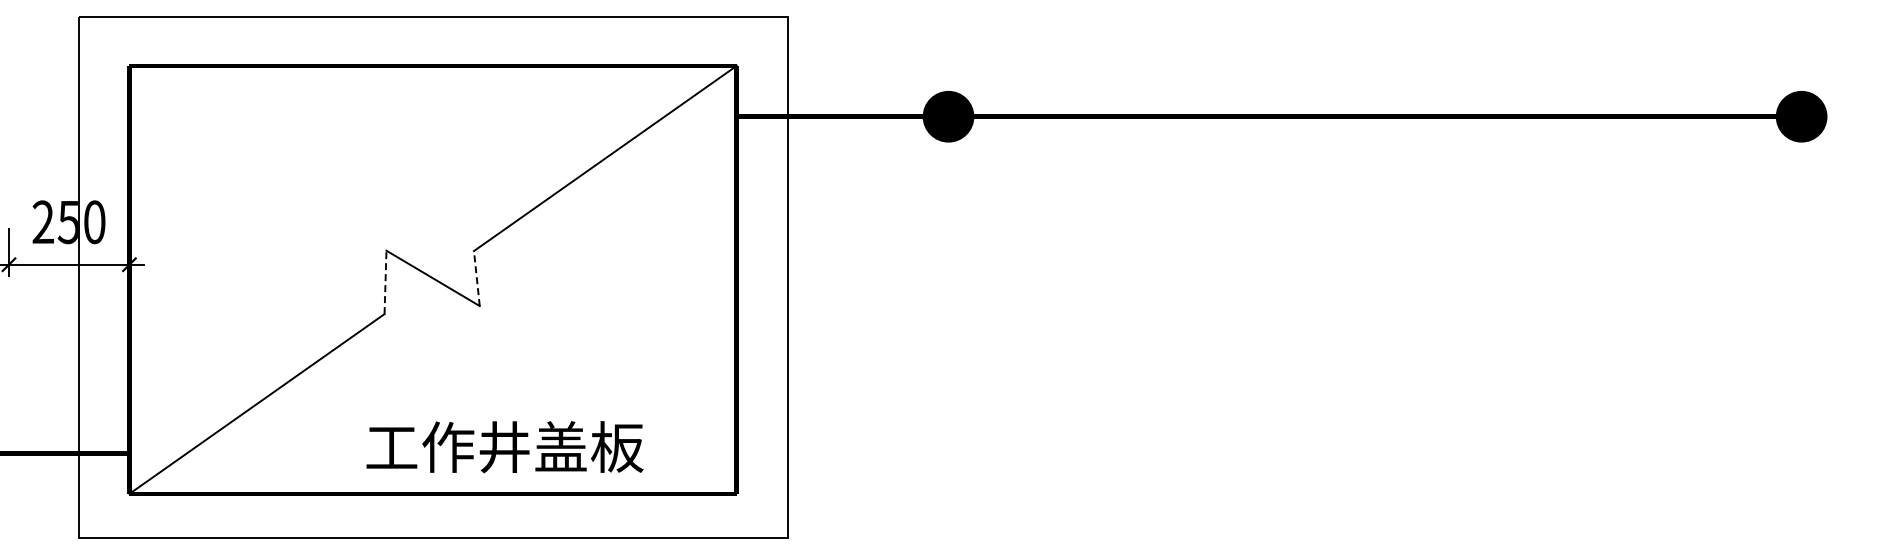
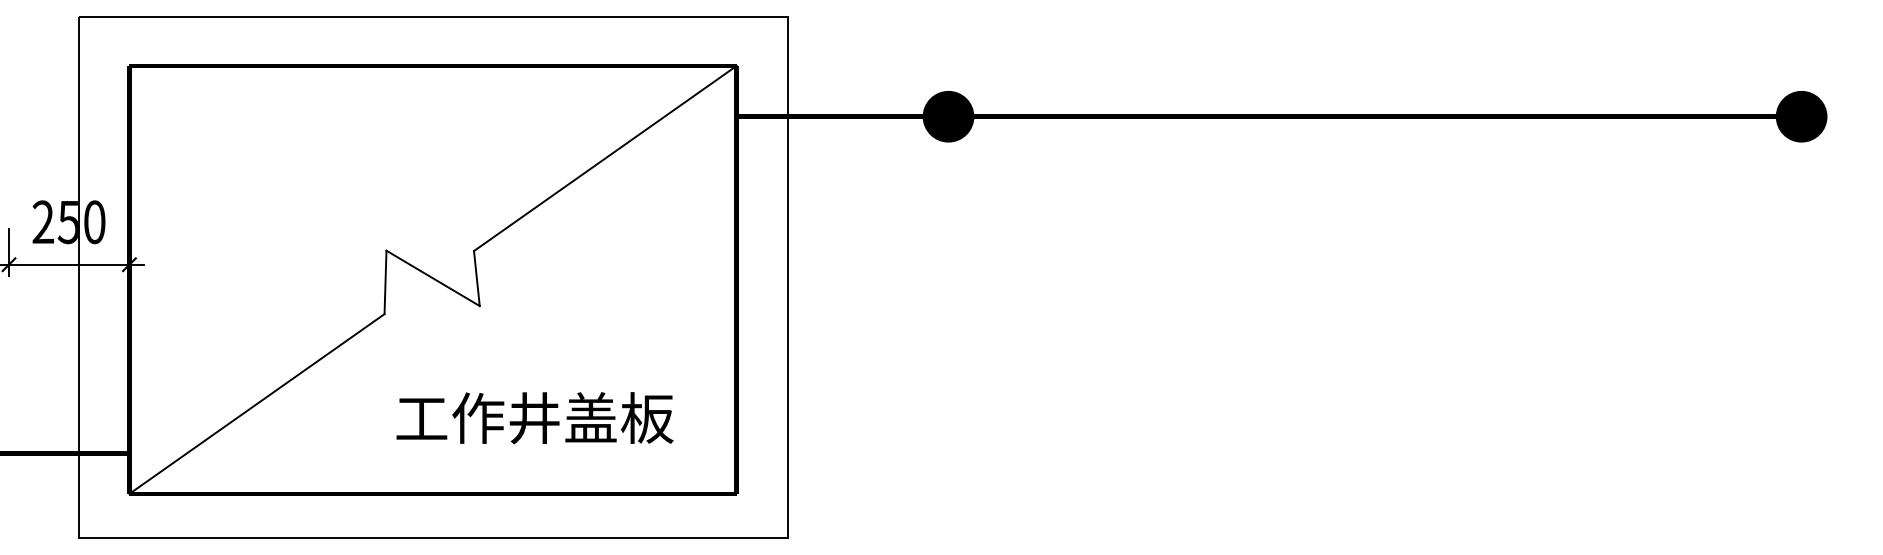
line at (476, 278): dashed -> solid
line at (385, 282): dashed -> solid
text at (504, 447) position: (504, 447) -> (534, 418)
